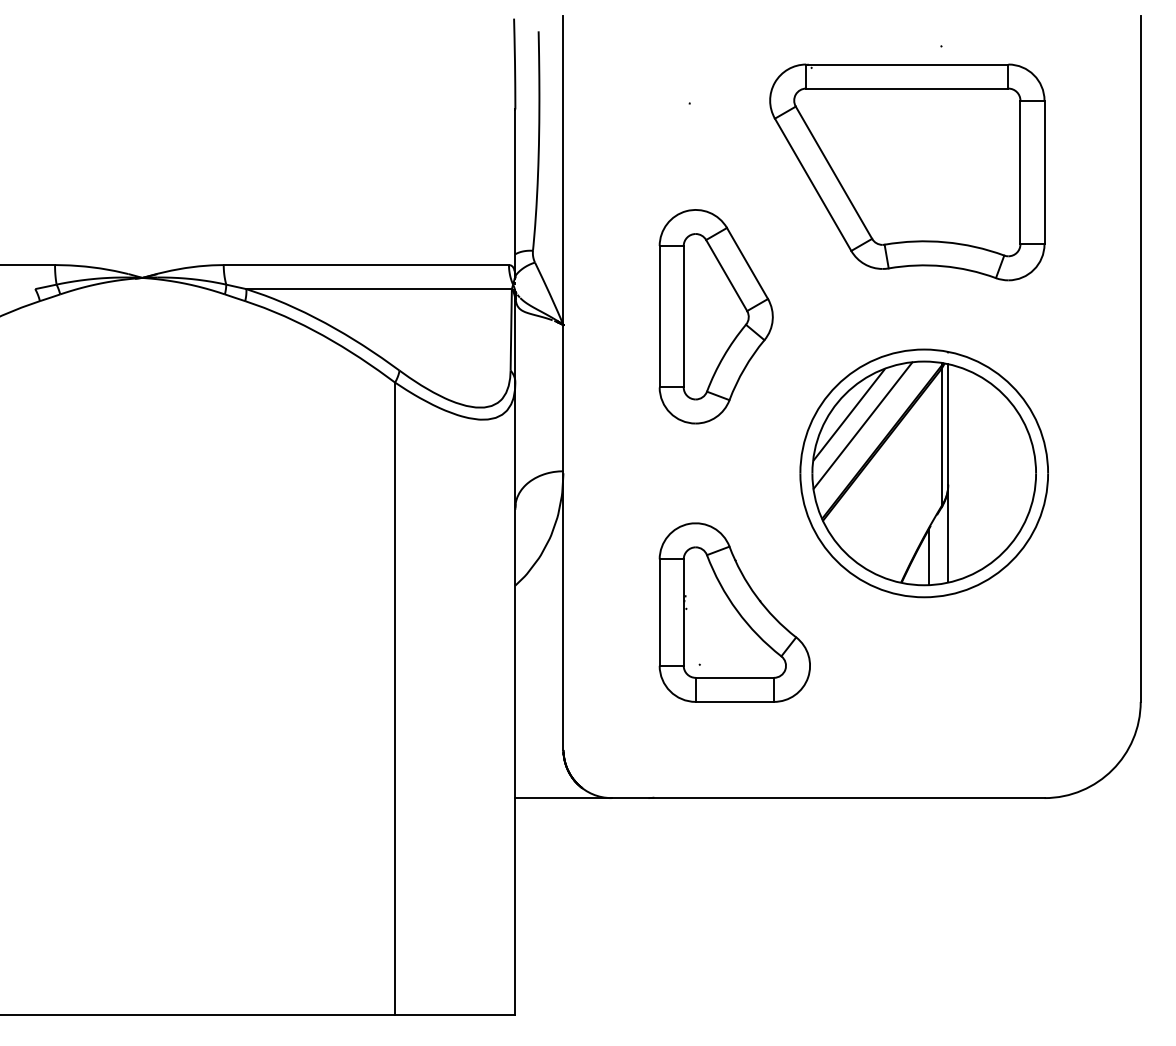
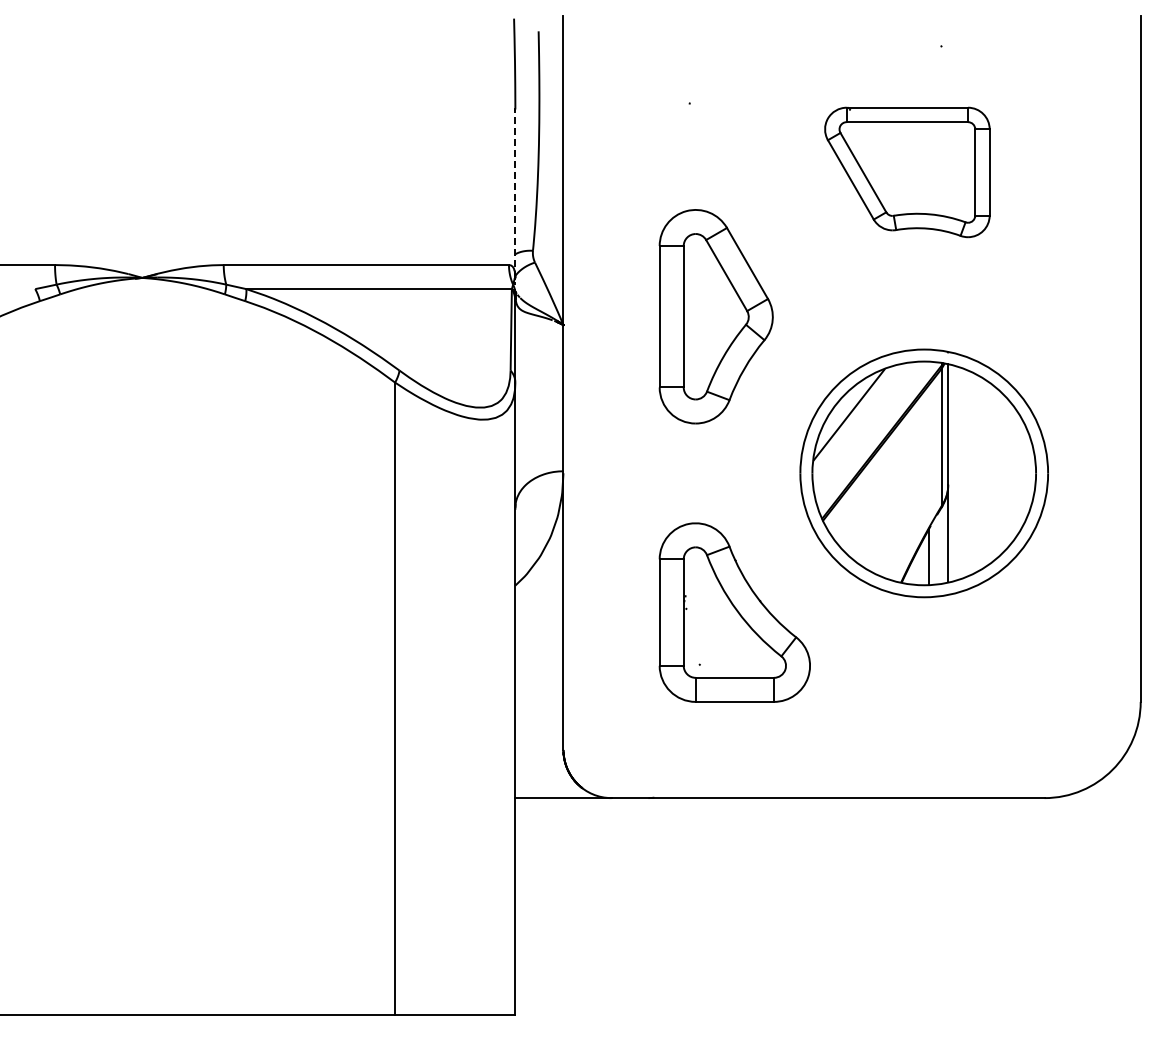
part at (907, 172) size: 277x219 px -> 167x133 px
line at (515, 193): solid -> dashed
line at (862, 425): present -> none
